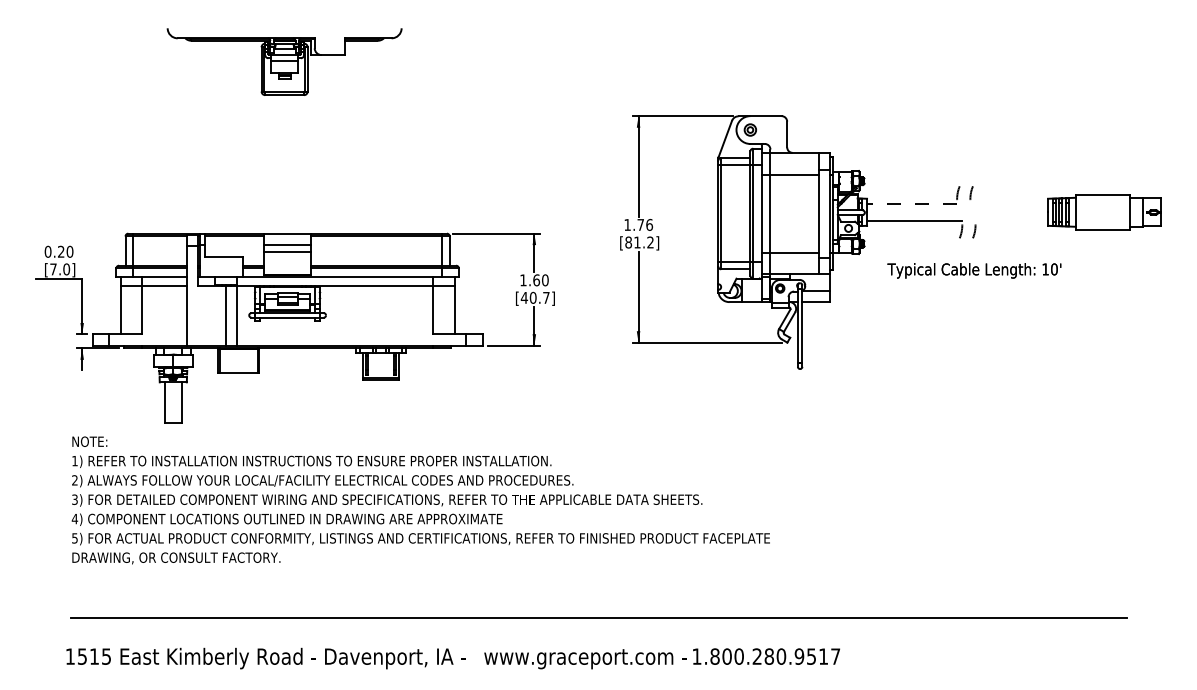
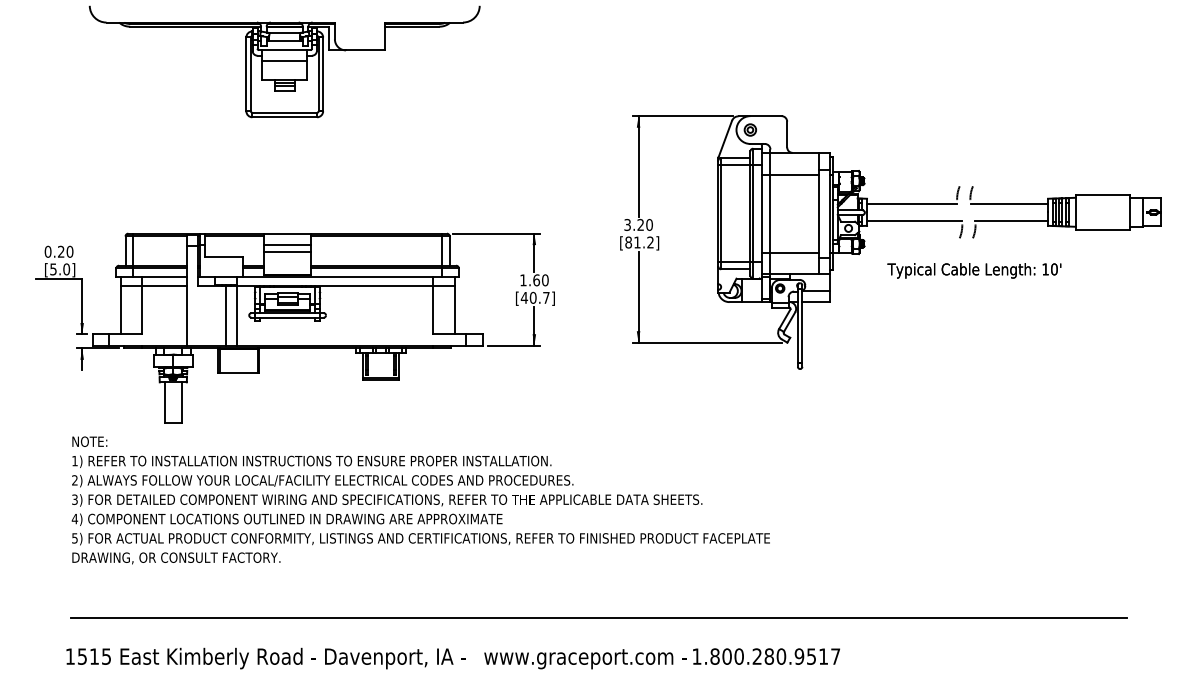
part at (284, 61) size: 237x68 px -> 393x114 px
line at (911, 203): dashed -> solid
line at (1008, 203): none -> present
line at (1011, 220): none -> present
text at (638, 224): 1.76 -> 3.20
text at (53, 269): [7.0] -> [5.0]
